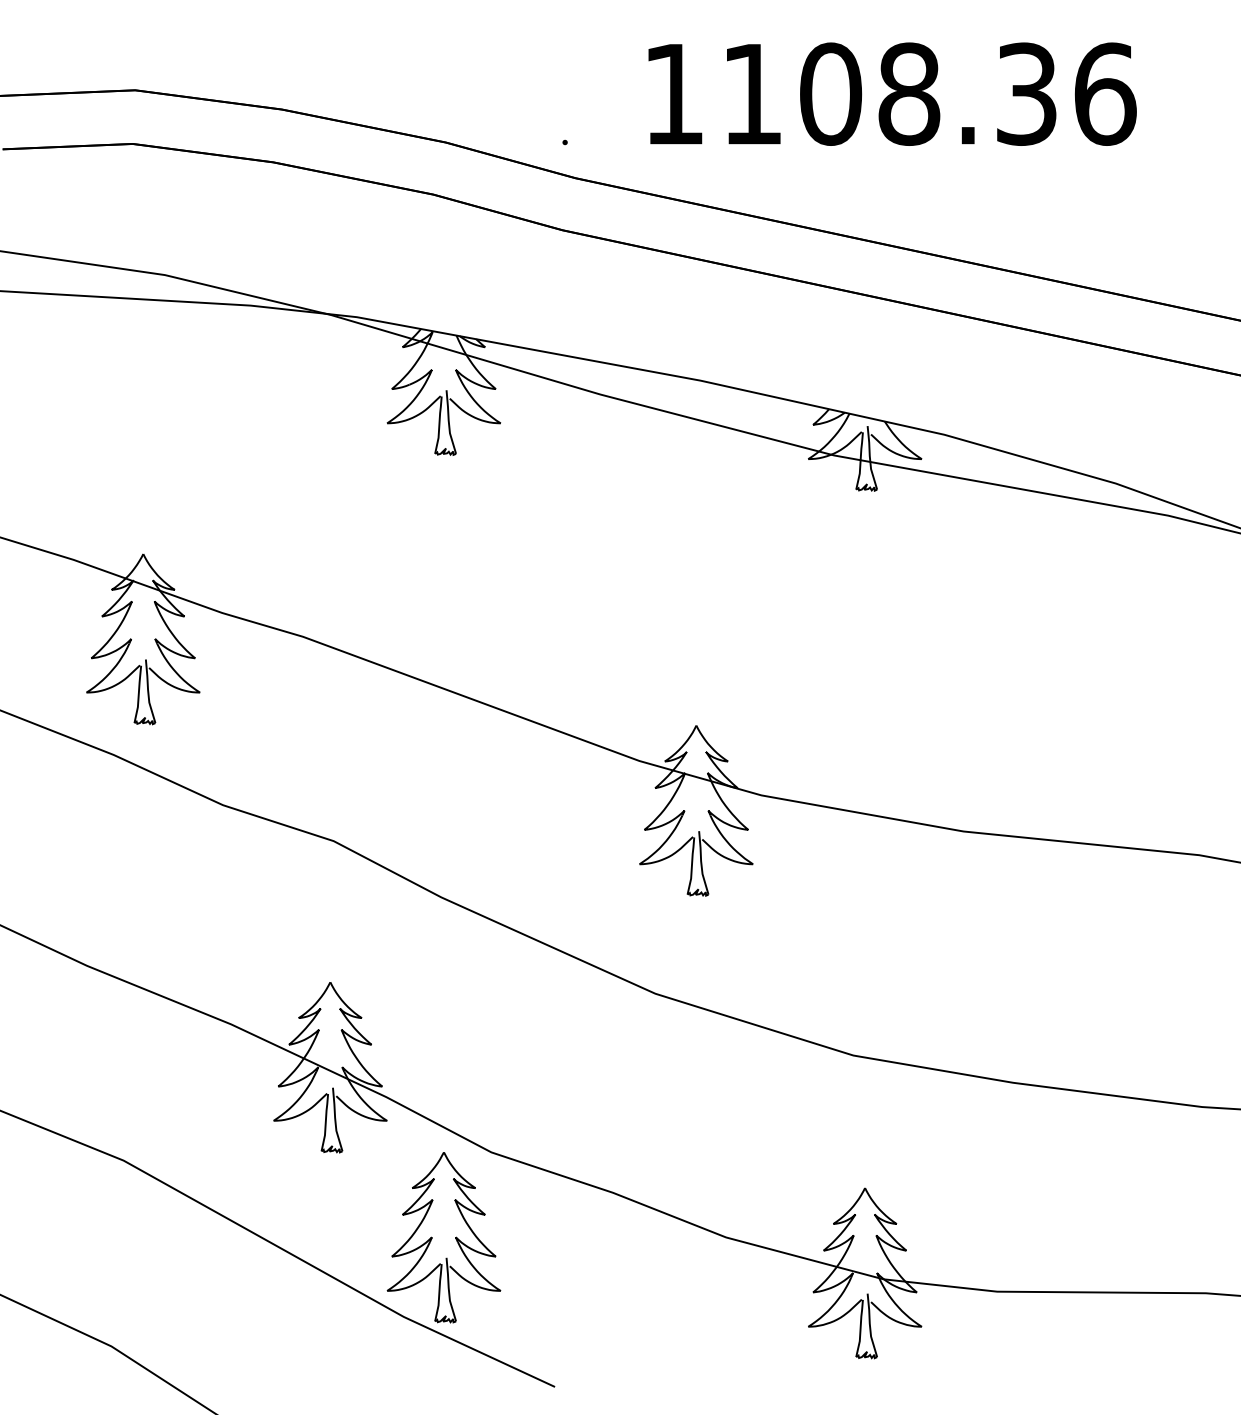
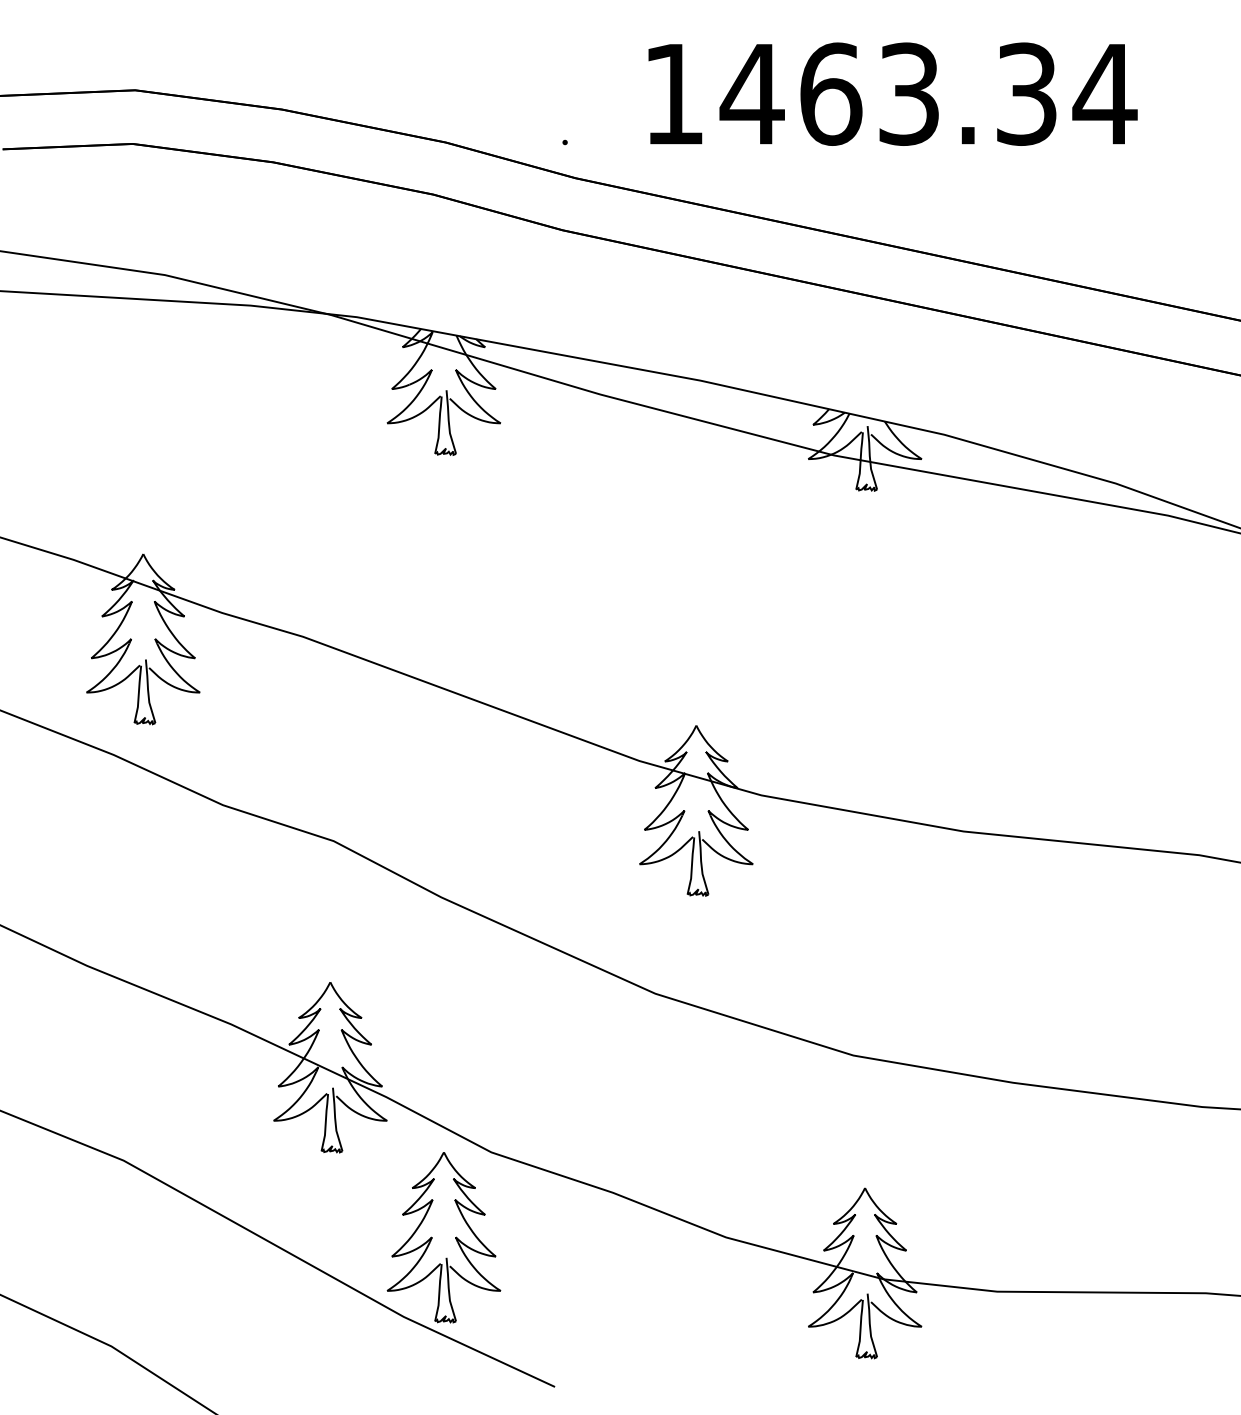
text at (928, 93): 1108.36 -> 1463.34
